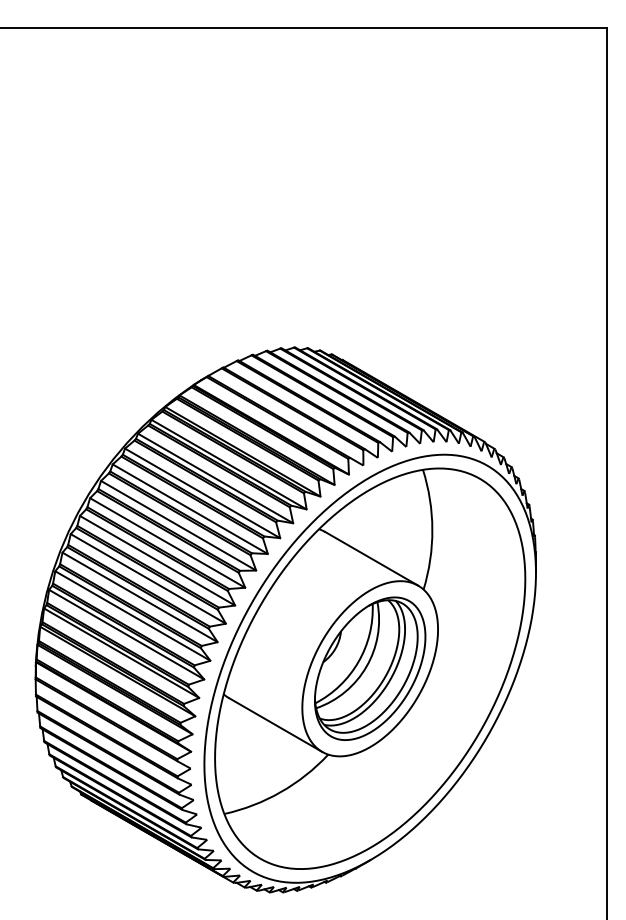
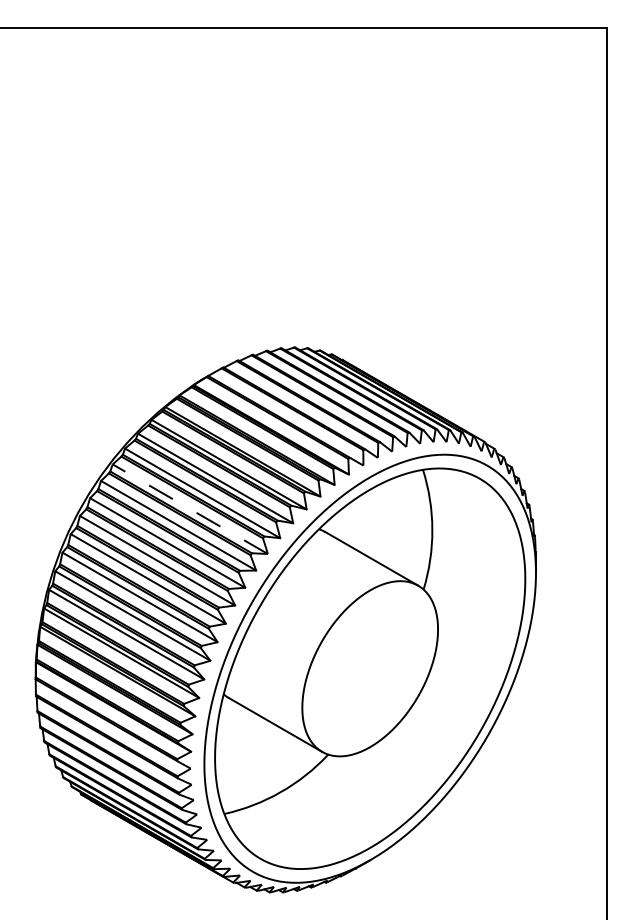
line at (190, 509): solid -> dashed
part at (370, 668): present -> none
